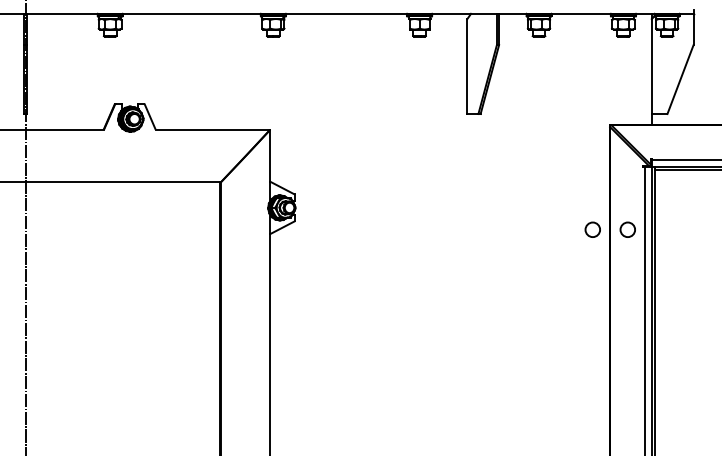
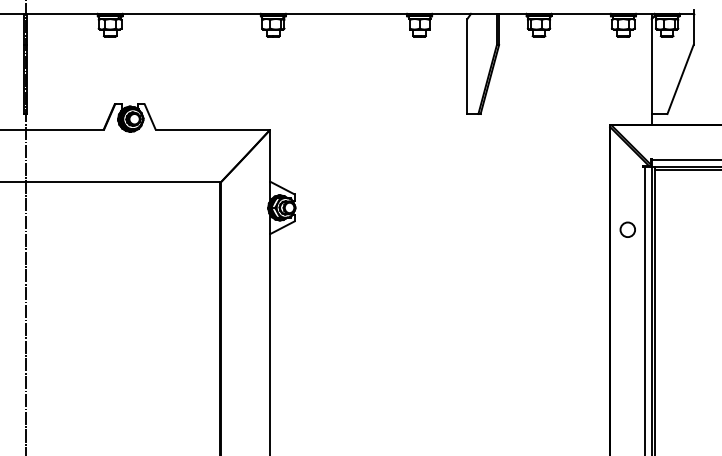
circle at (592, 229): present -> none
